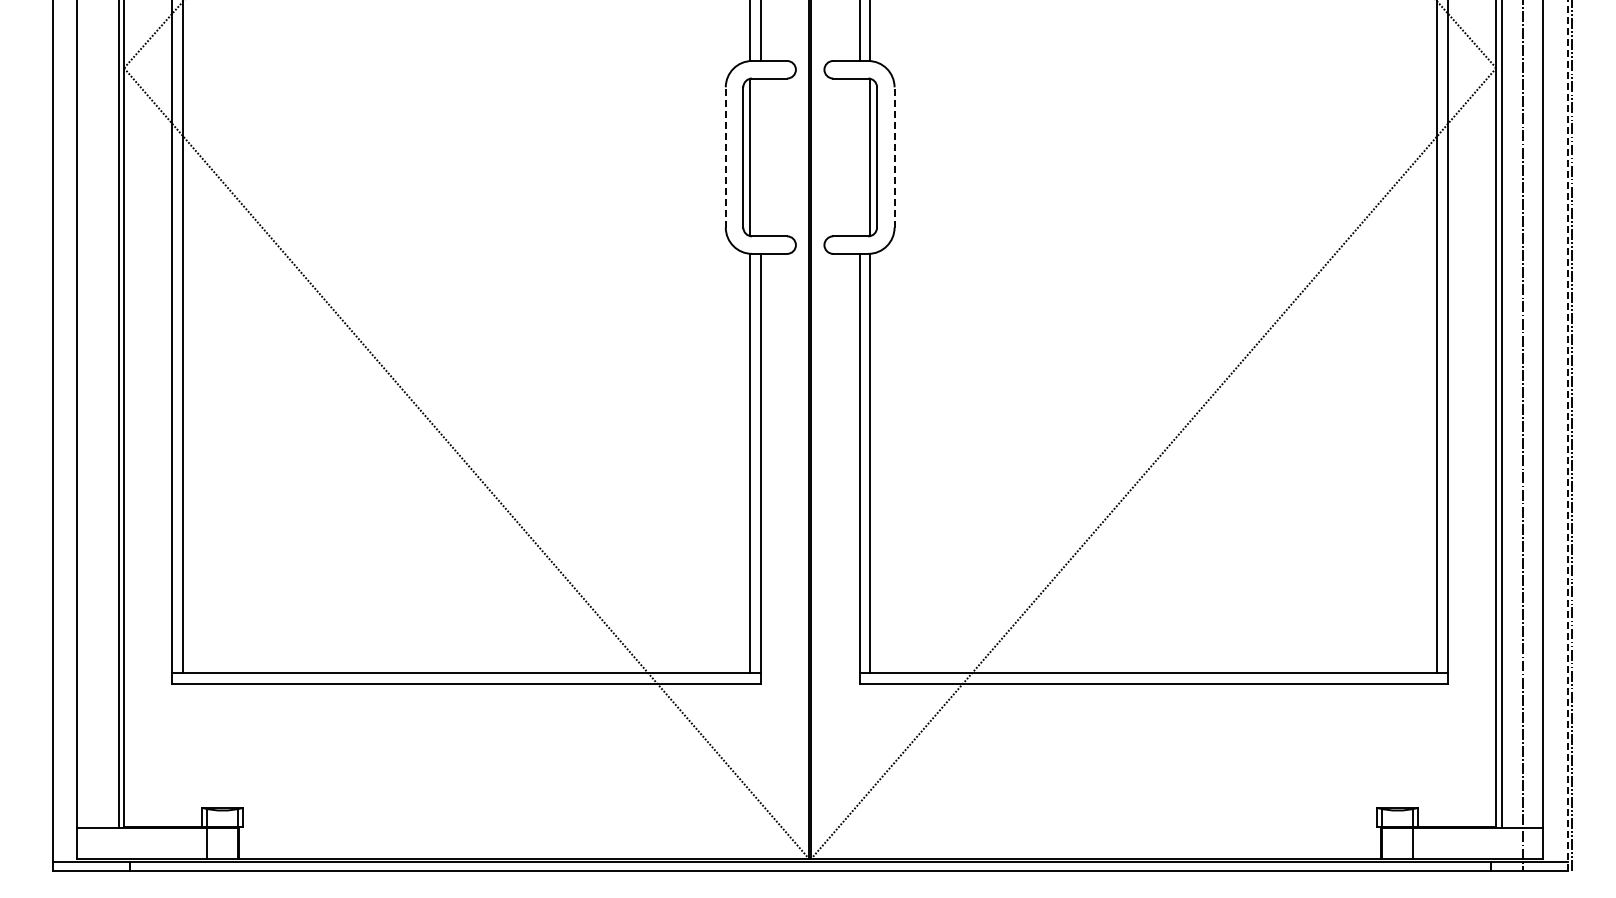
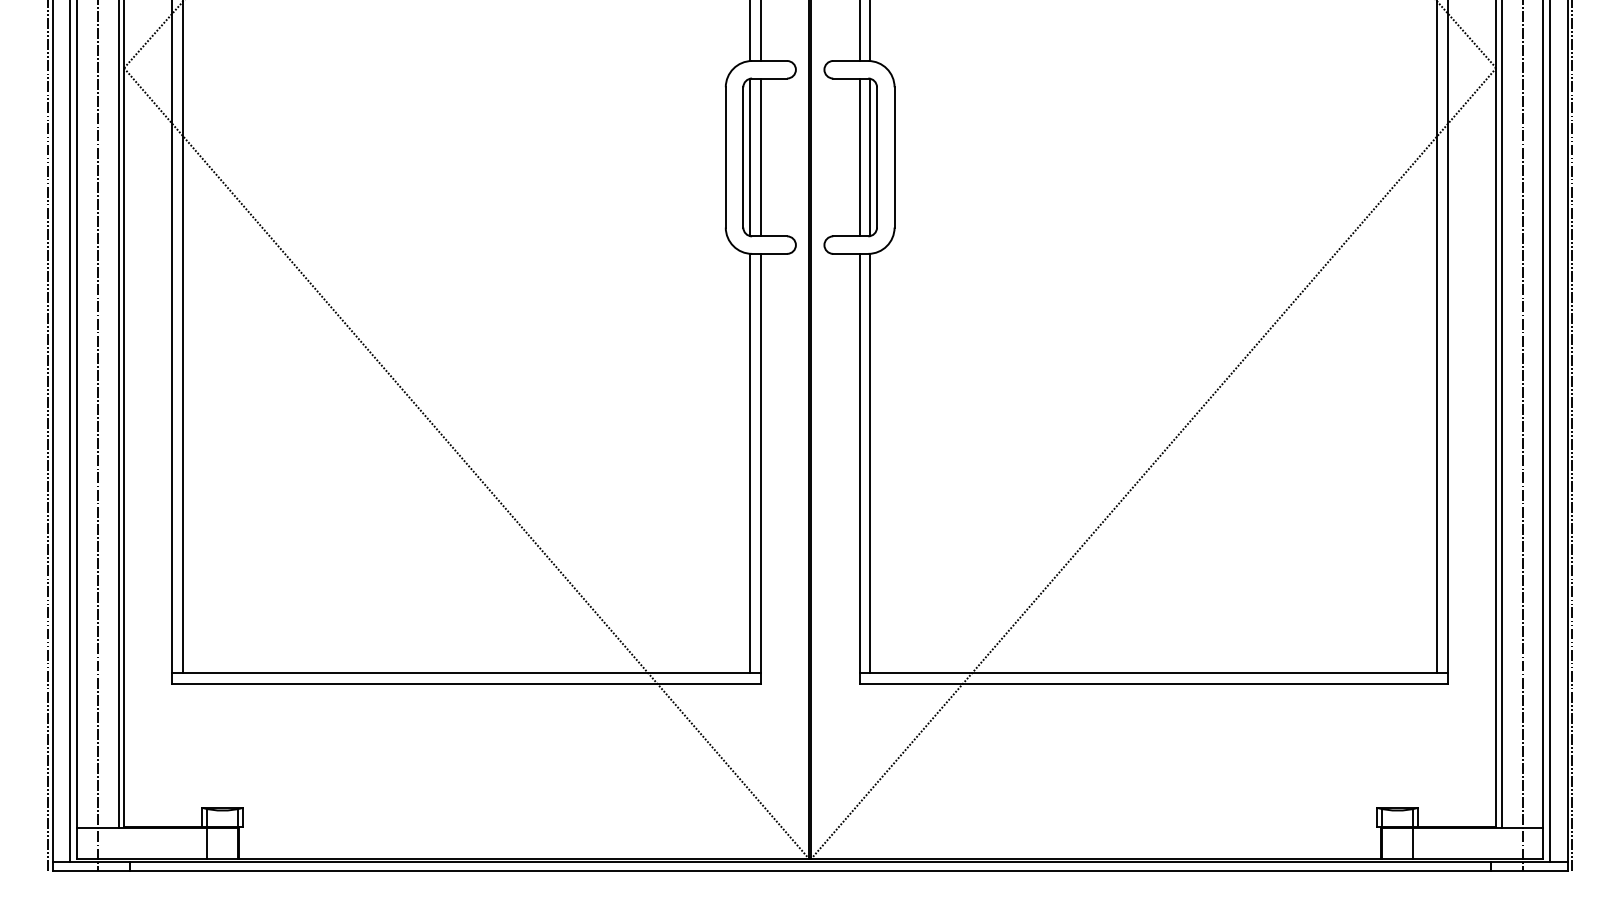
line at (725, 156): dashed -> solid
line at (894, 156): dashed -> solid
line at (760, 157): none -> present
line at (859, 157): none -> present
line at (70, 432): none -> present
line at (1549, 432): none -> present
line at (1567, 435): dashed -> solid
line at (48, 436): none -> present
line at (97, 436): none -> present
